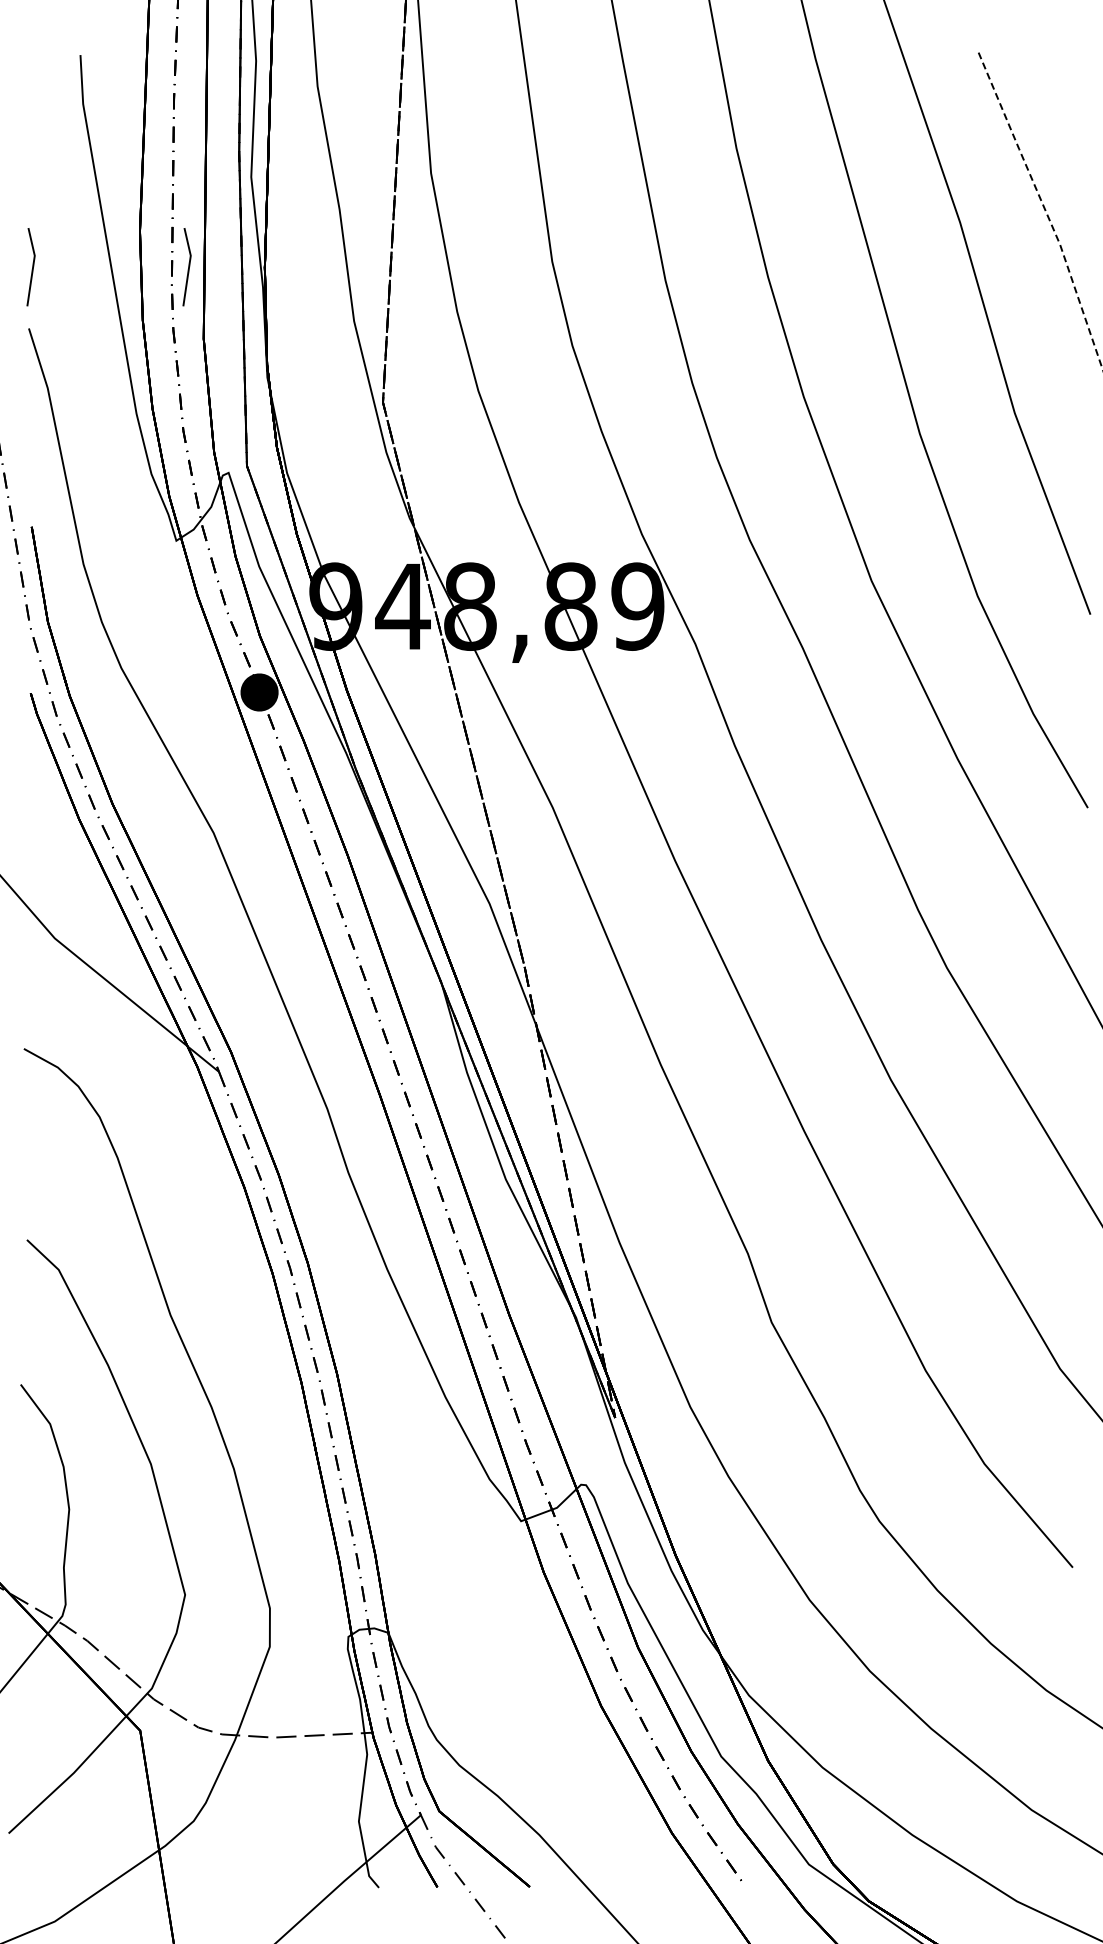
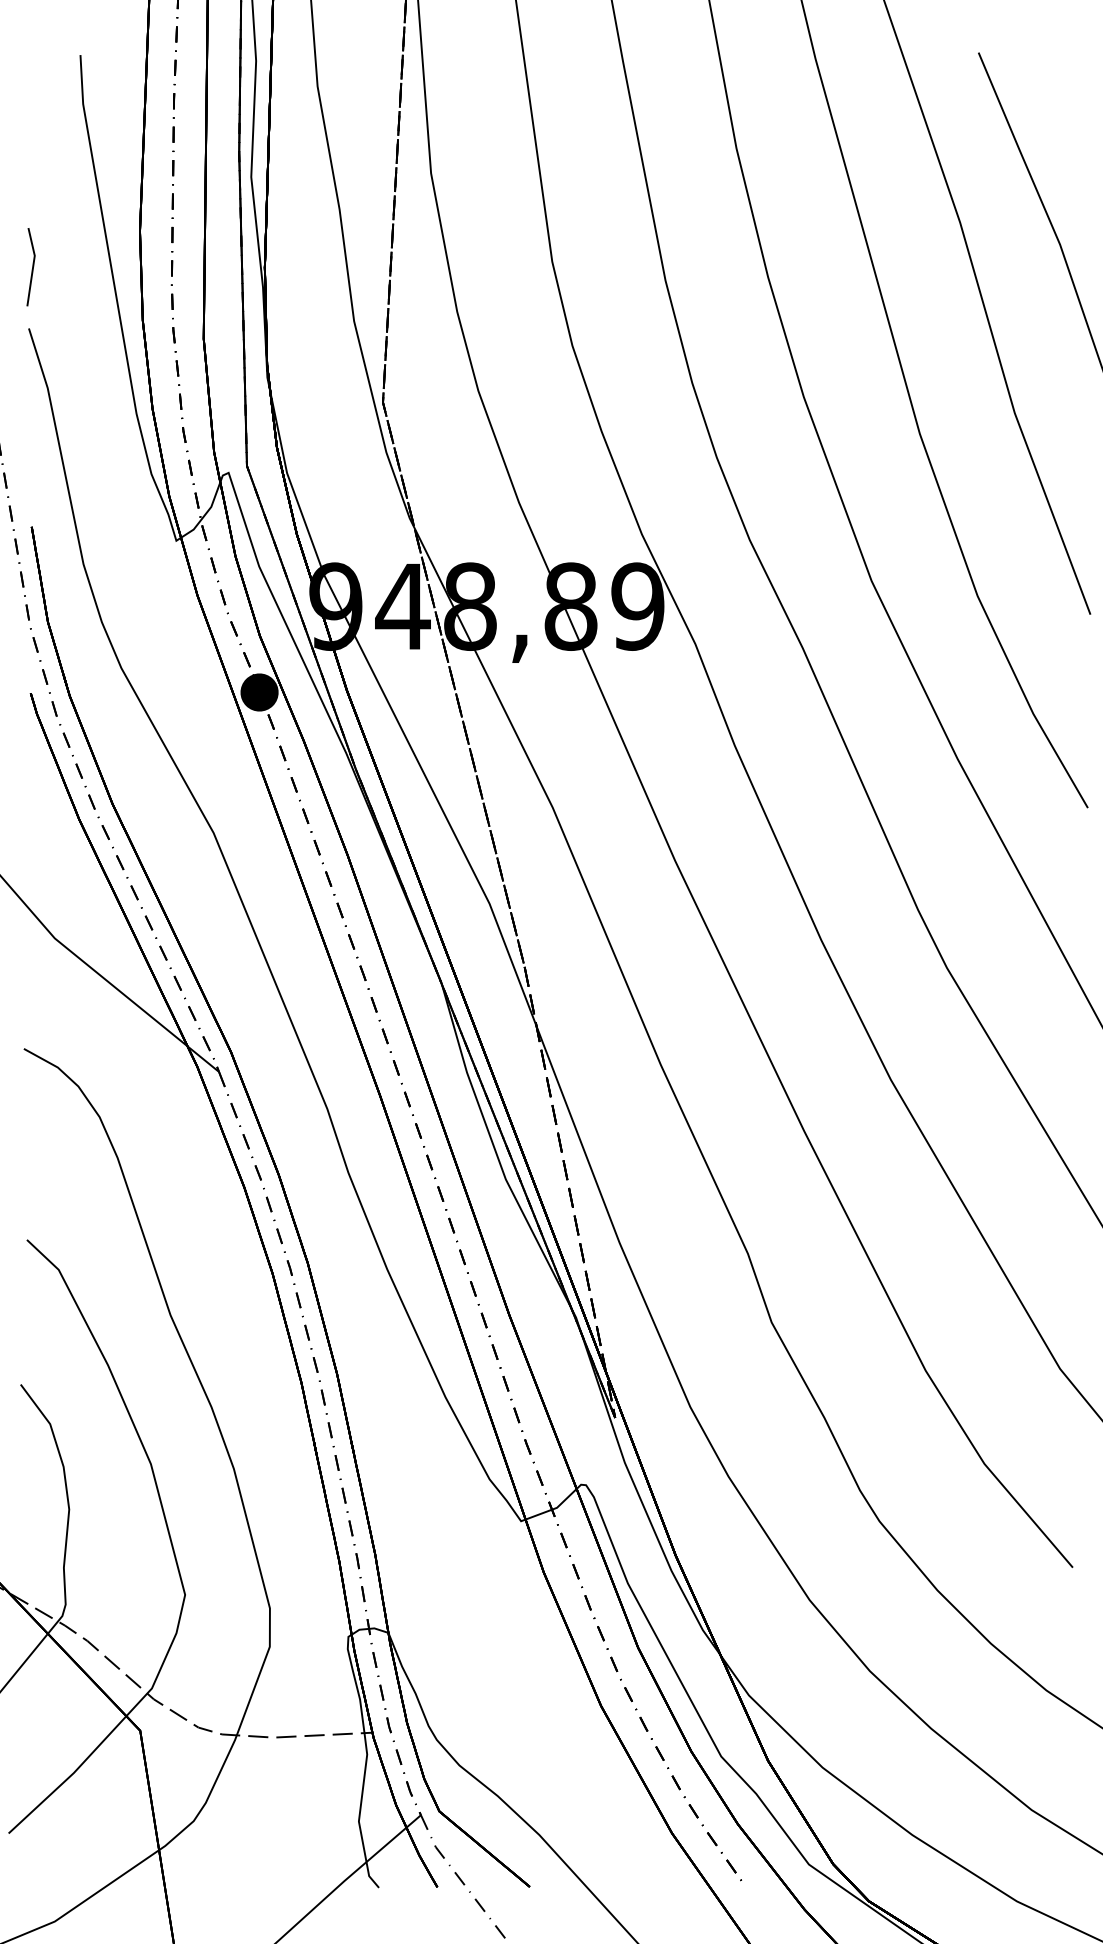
line at (1045, 209): dashed -> solid
line at (188, 267): present -> none
